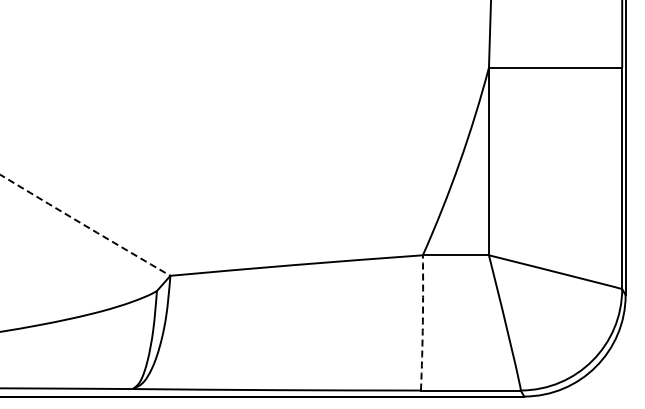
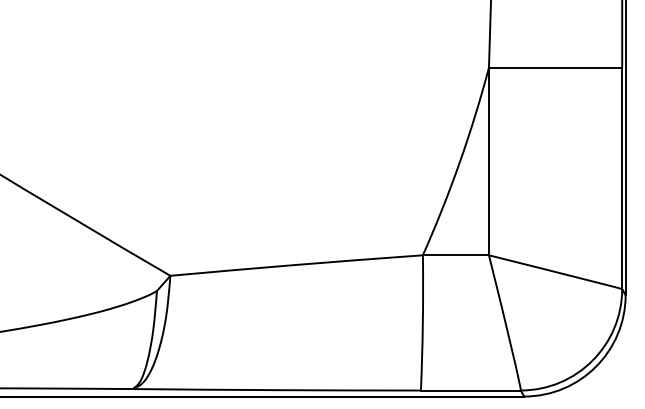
arc at (84, 225): dashed -> solid
arc at (422, 322): dashed -> solid
